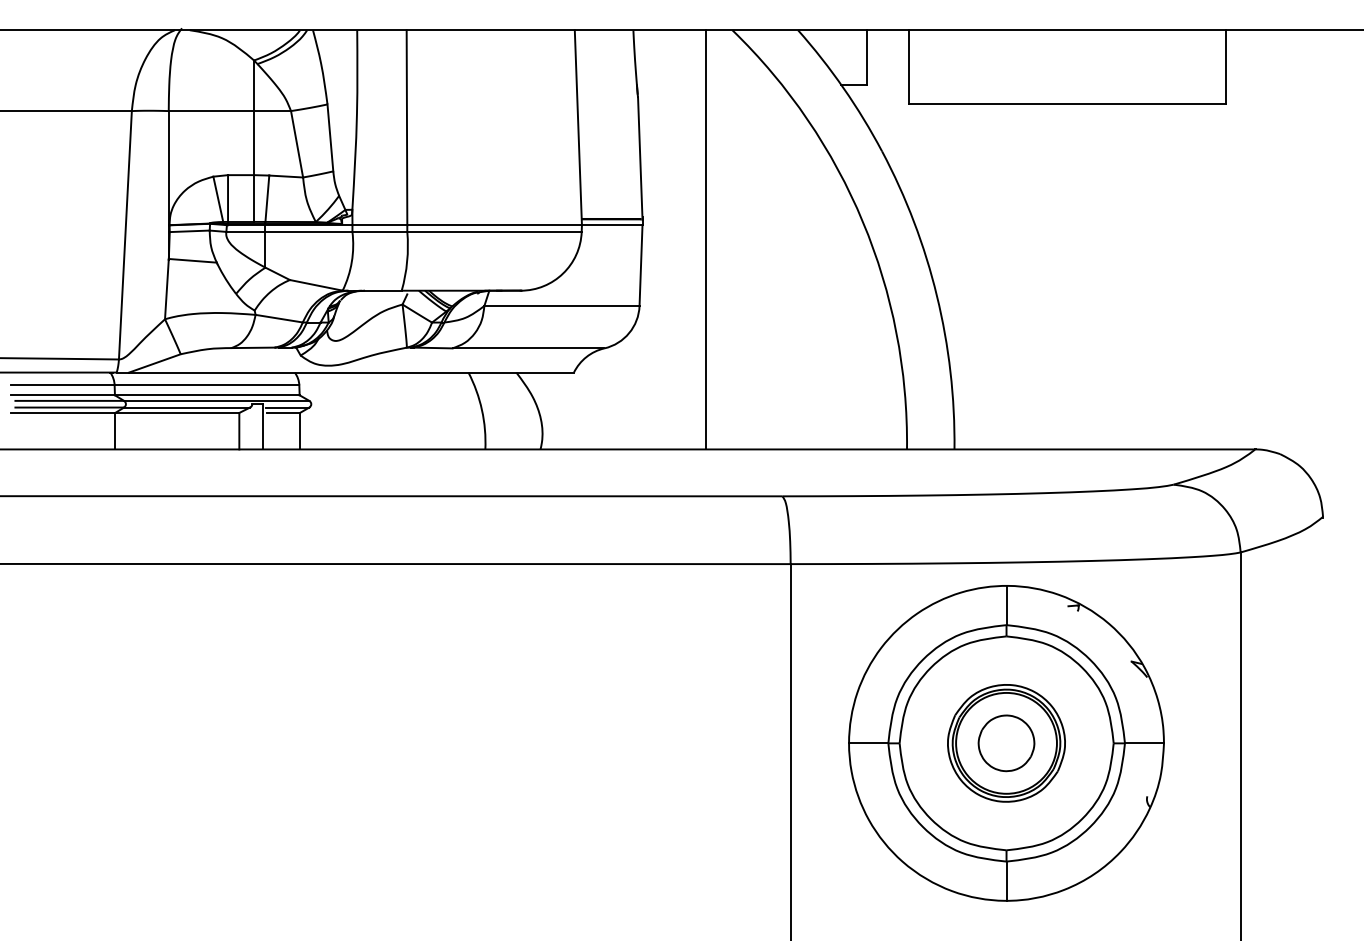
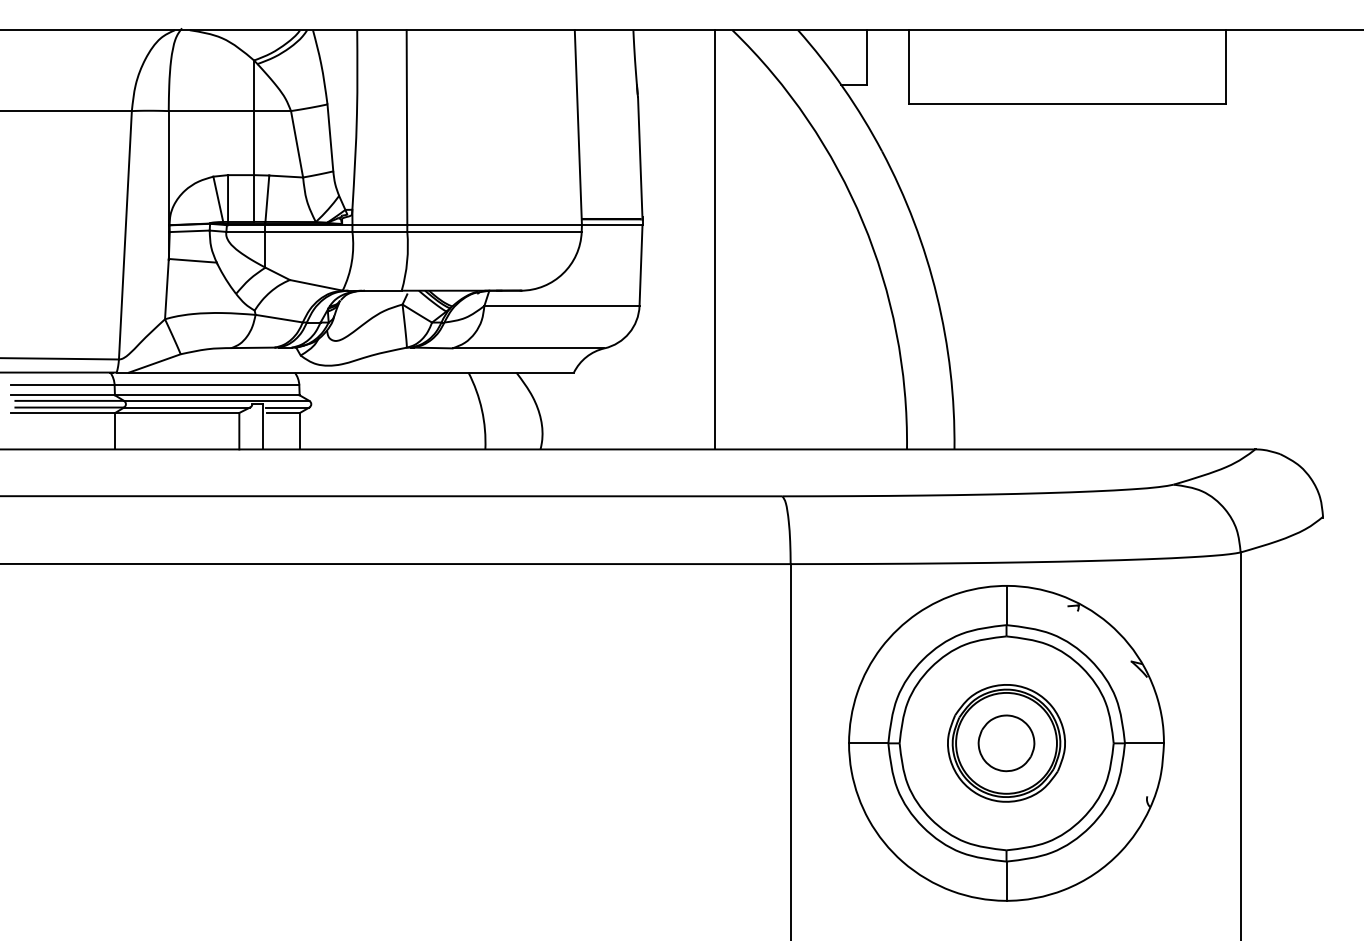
line at (705, 239) position: (705, 239) -> (714, 239)
